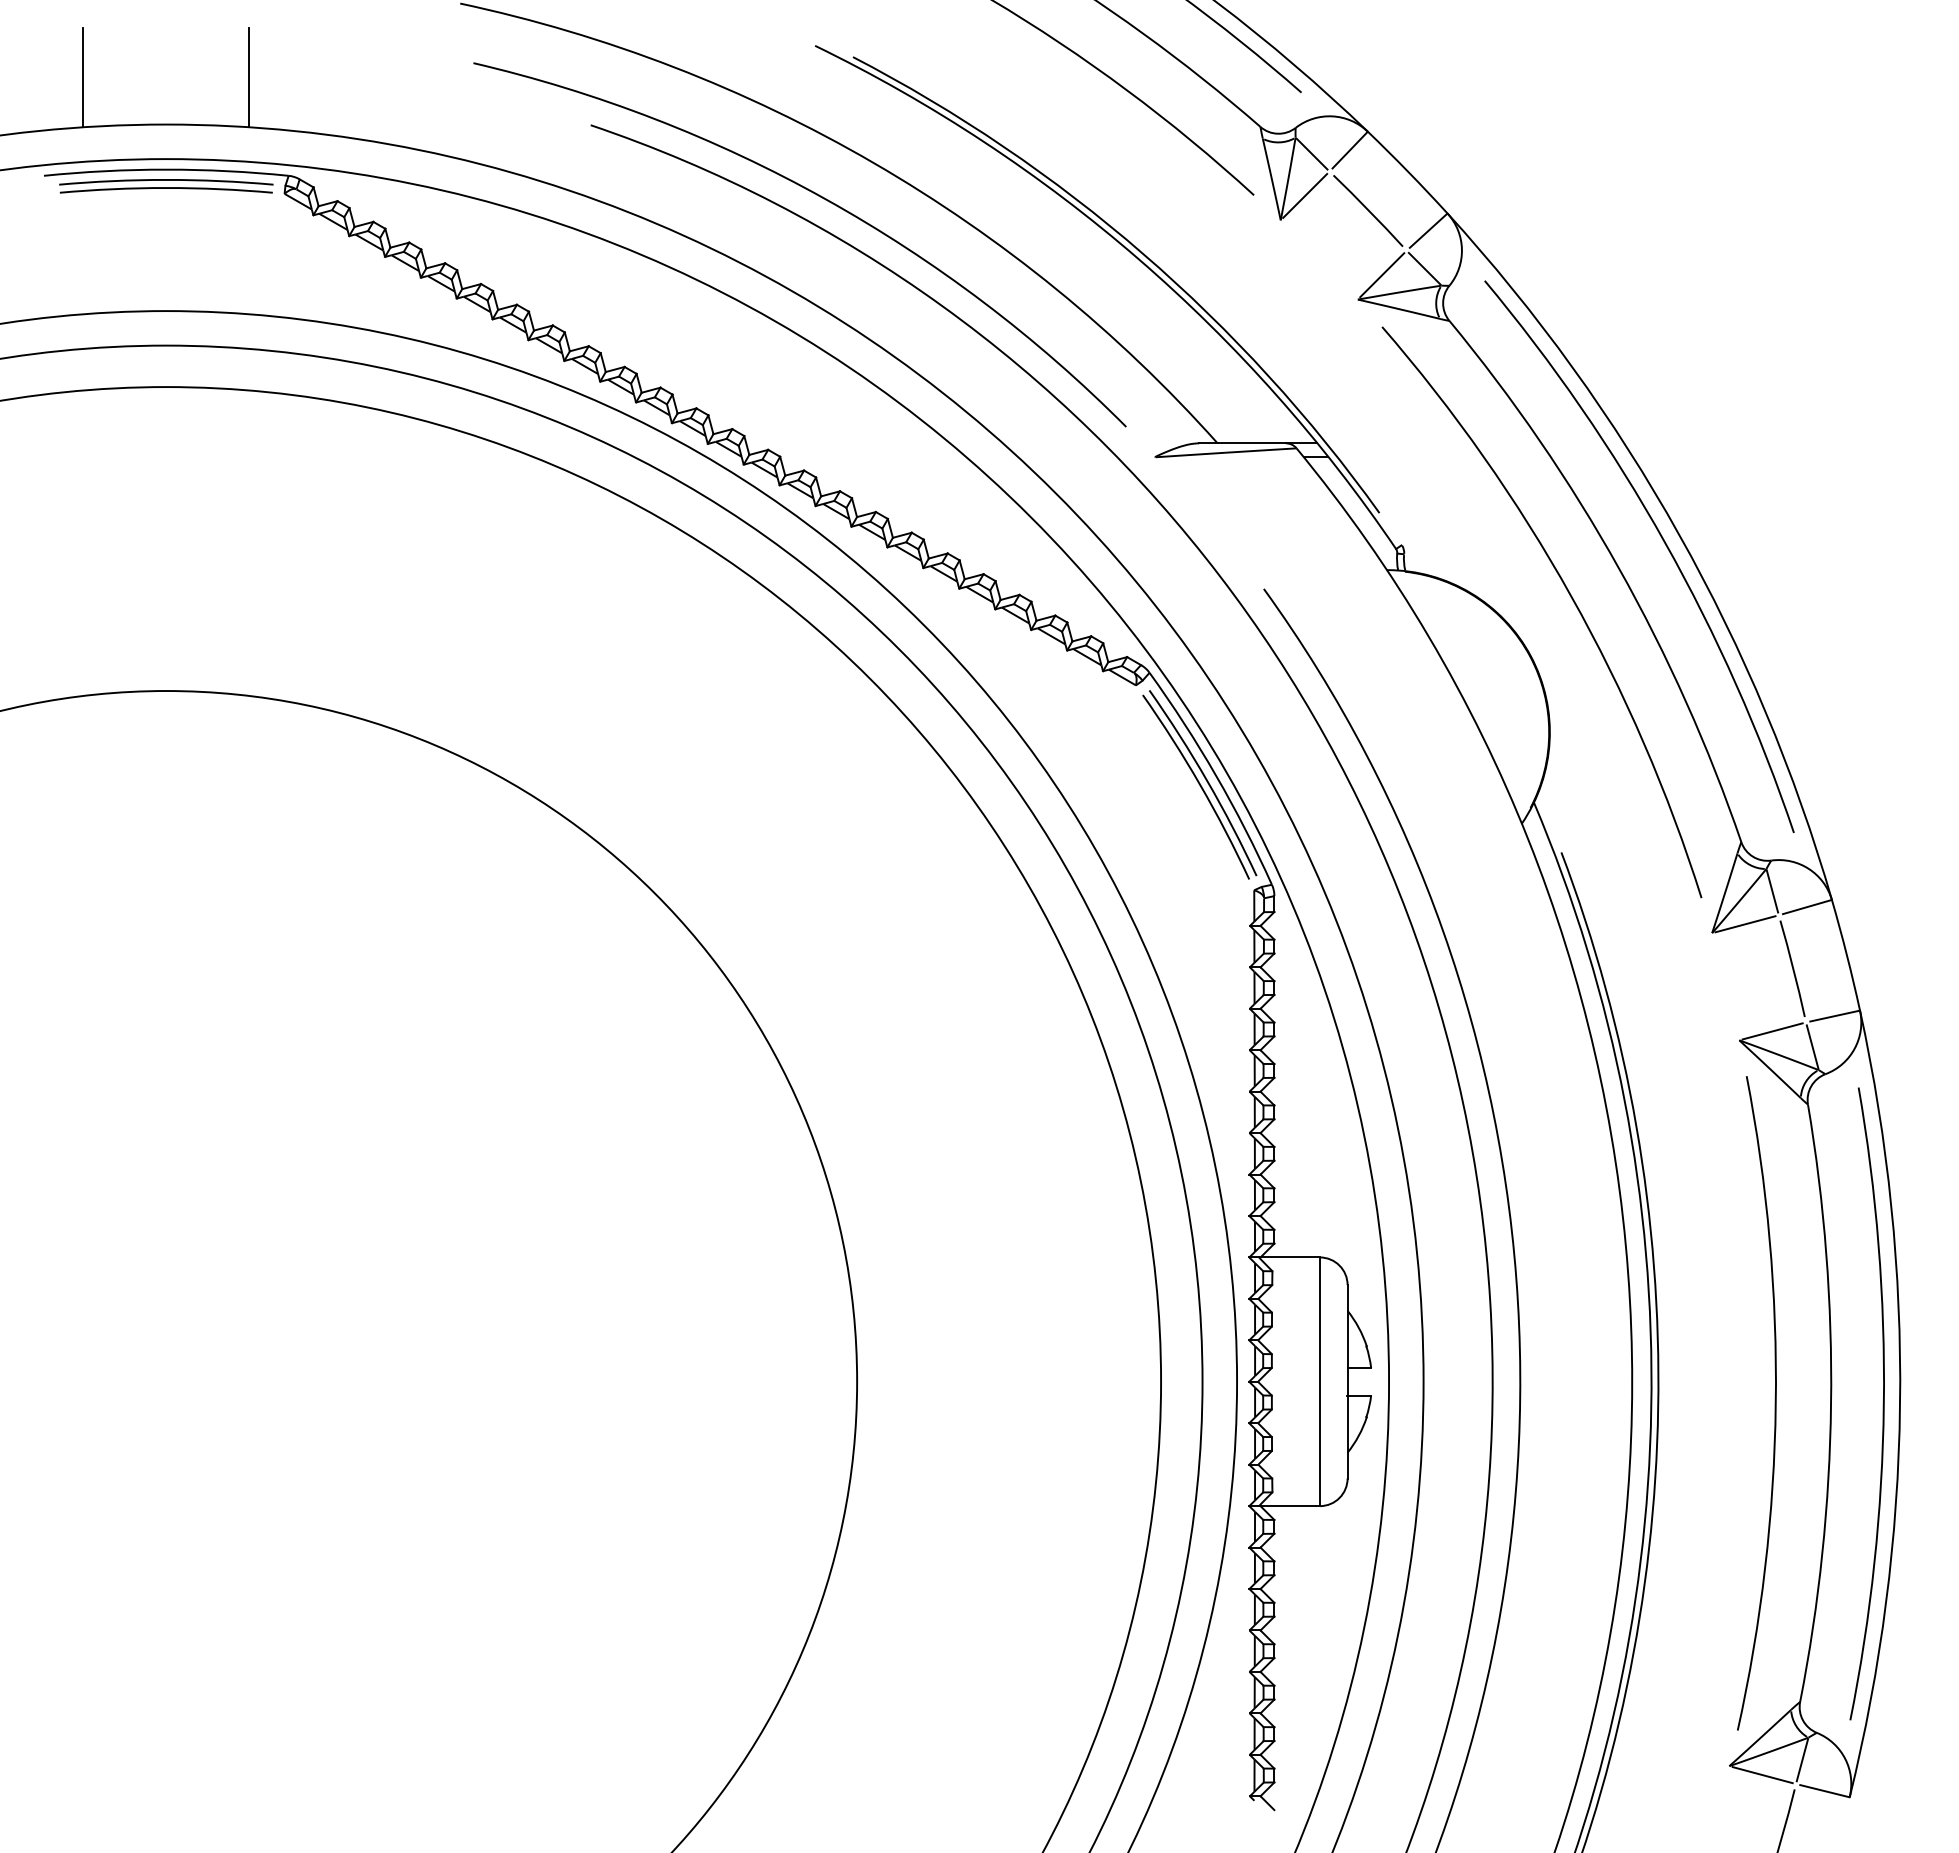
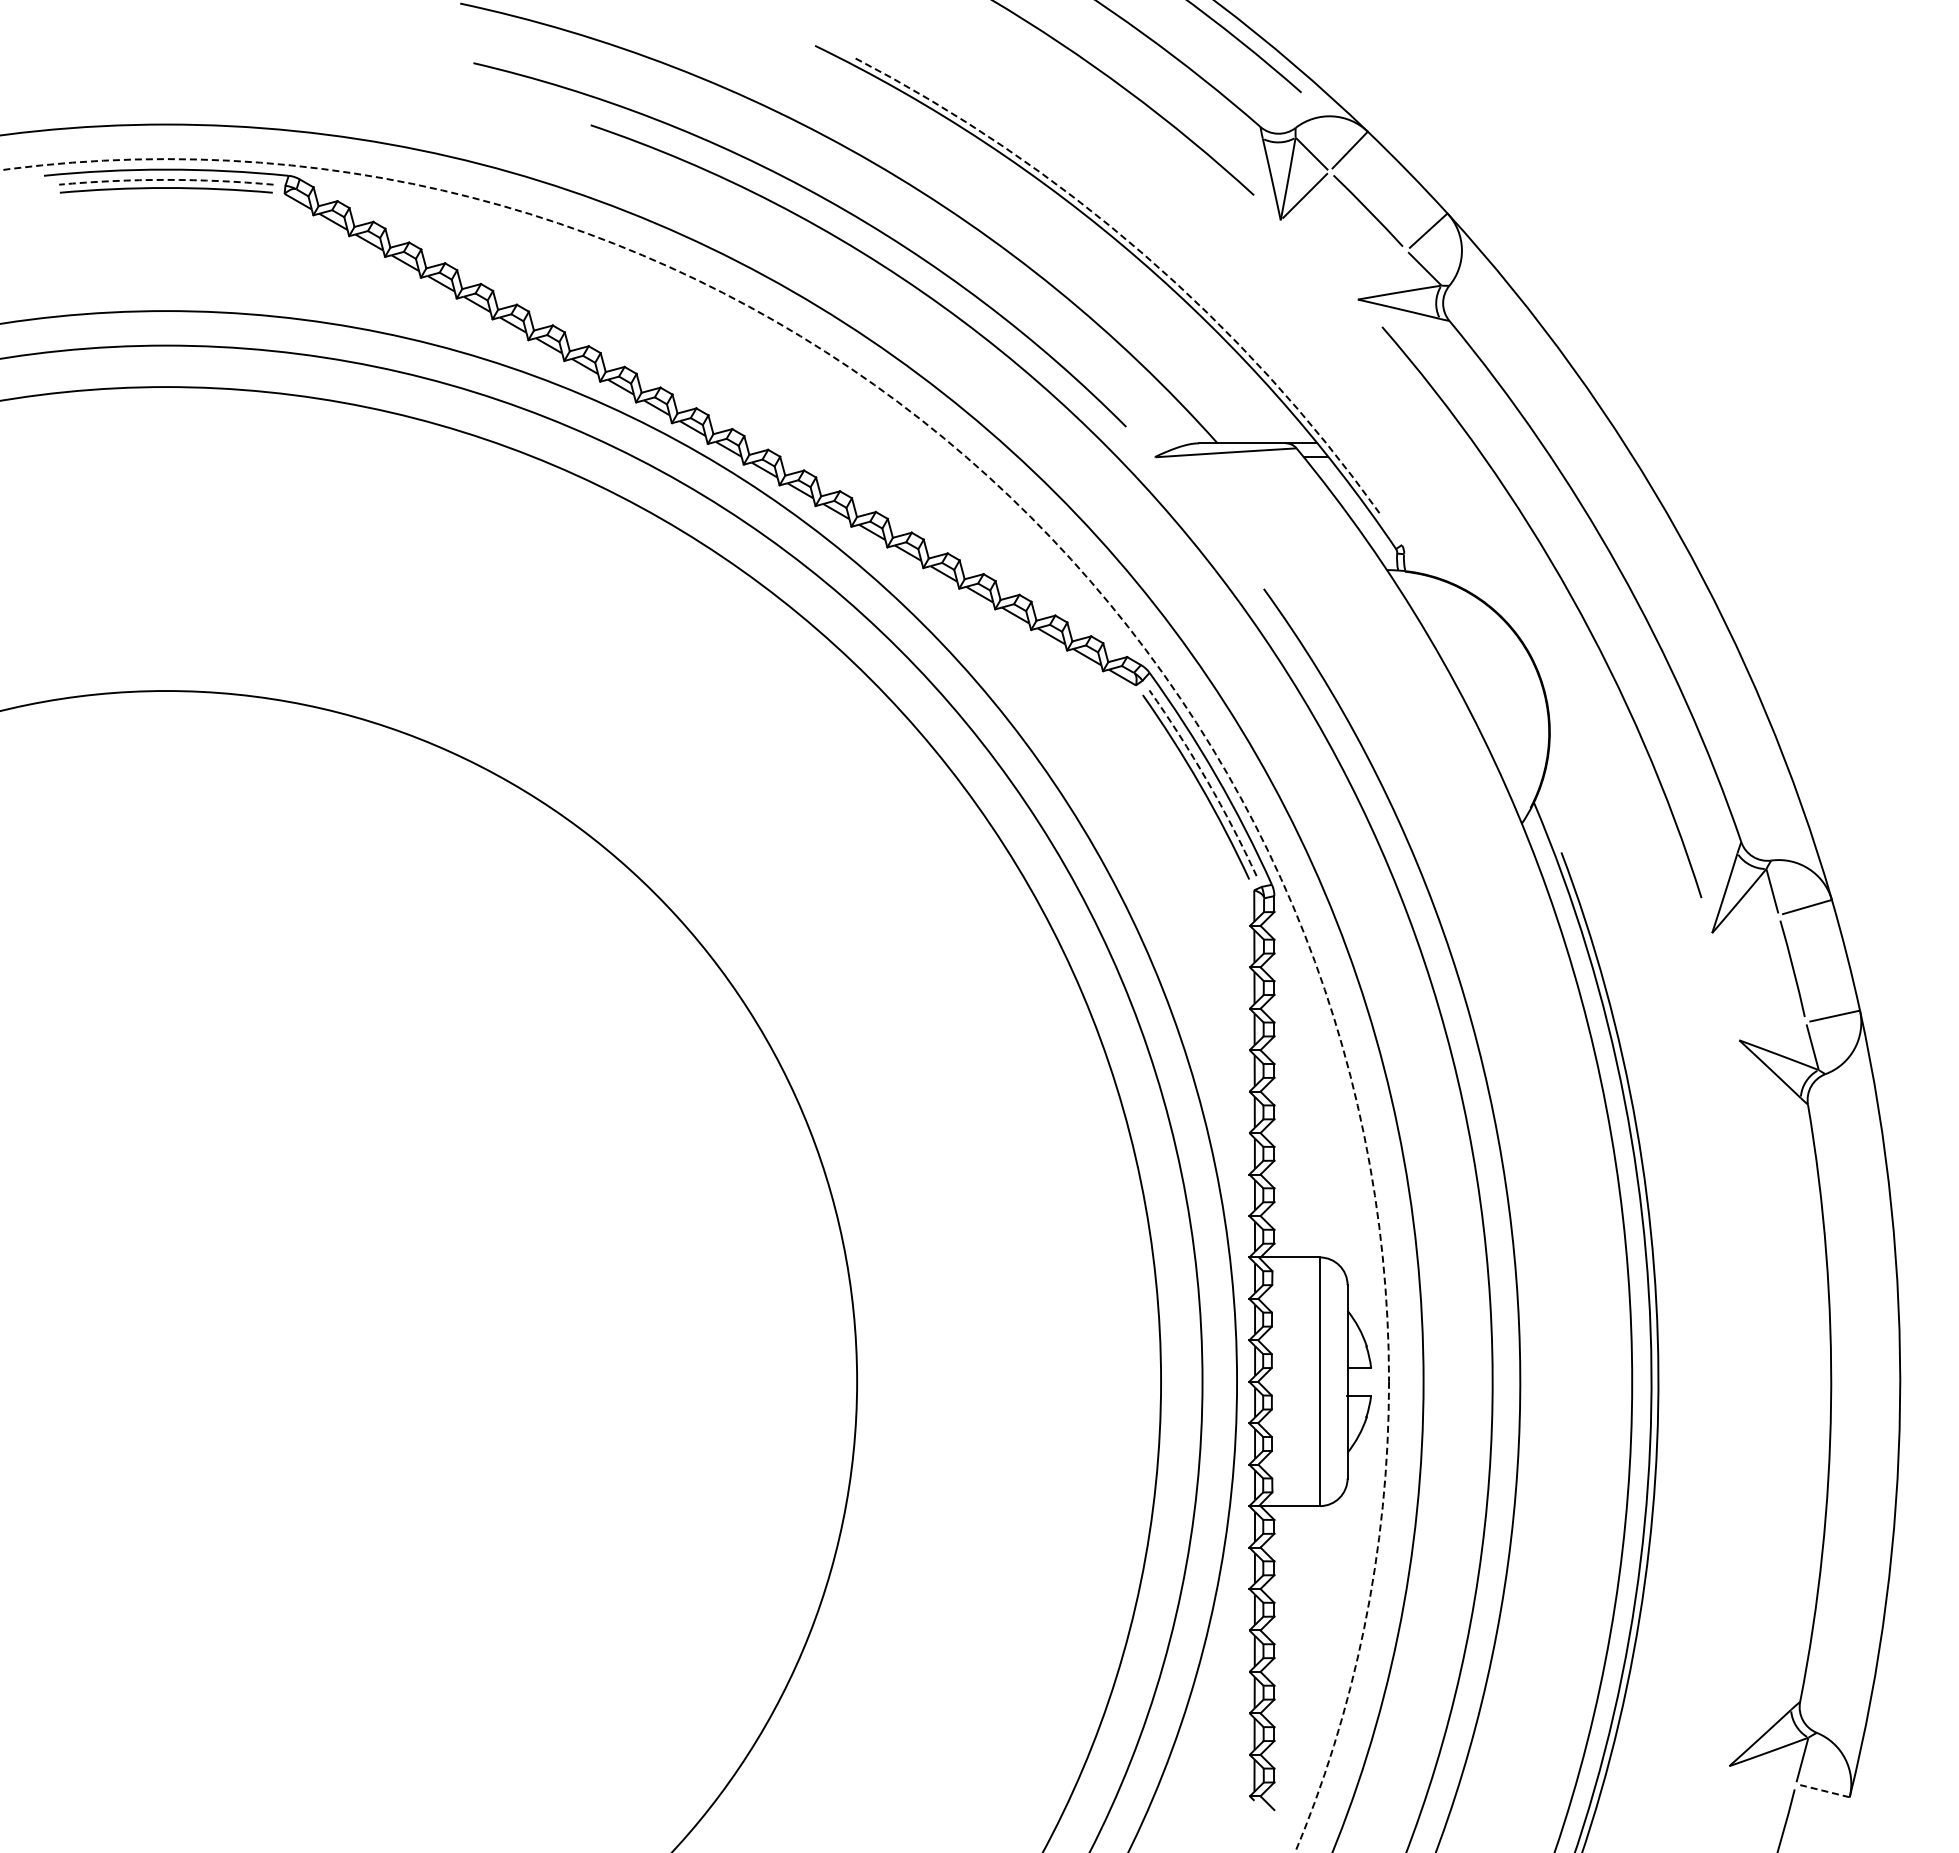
line at (83, 77): present -> none
line at (249, 77): present -> none
arc at (166, 179): solid -> dashed
arc at (1143, 253): solid -> dashed
line at (1382, 275): present -> none
arc at (1663, 542): present -> none
arc at (1207, 780): solid -> dashed
line at (1745, 924): present -> none
circle at (694, 1005): solid -> dashed
line at (1772, 1031): present -> none
arc at (1774, 1403): present -> none
arc at (1882, 1403): present -> none
line at (1762, 1775): present -> none
line at (1824, 1791): solid -> dashed
